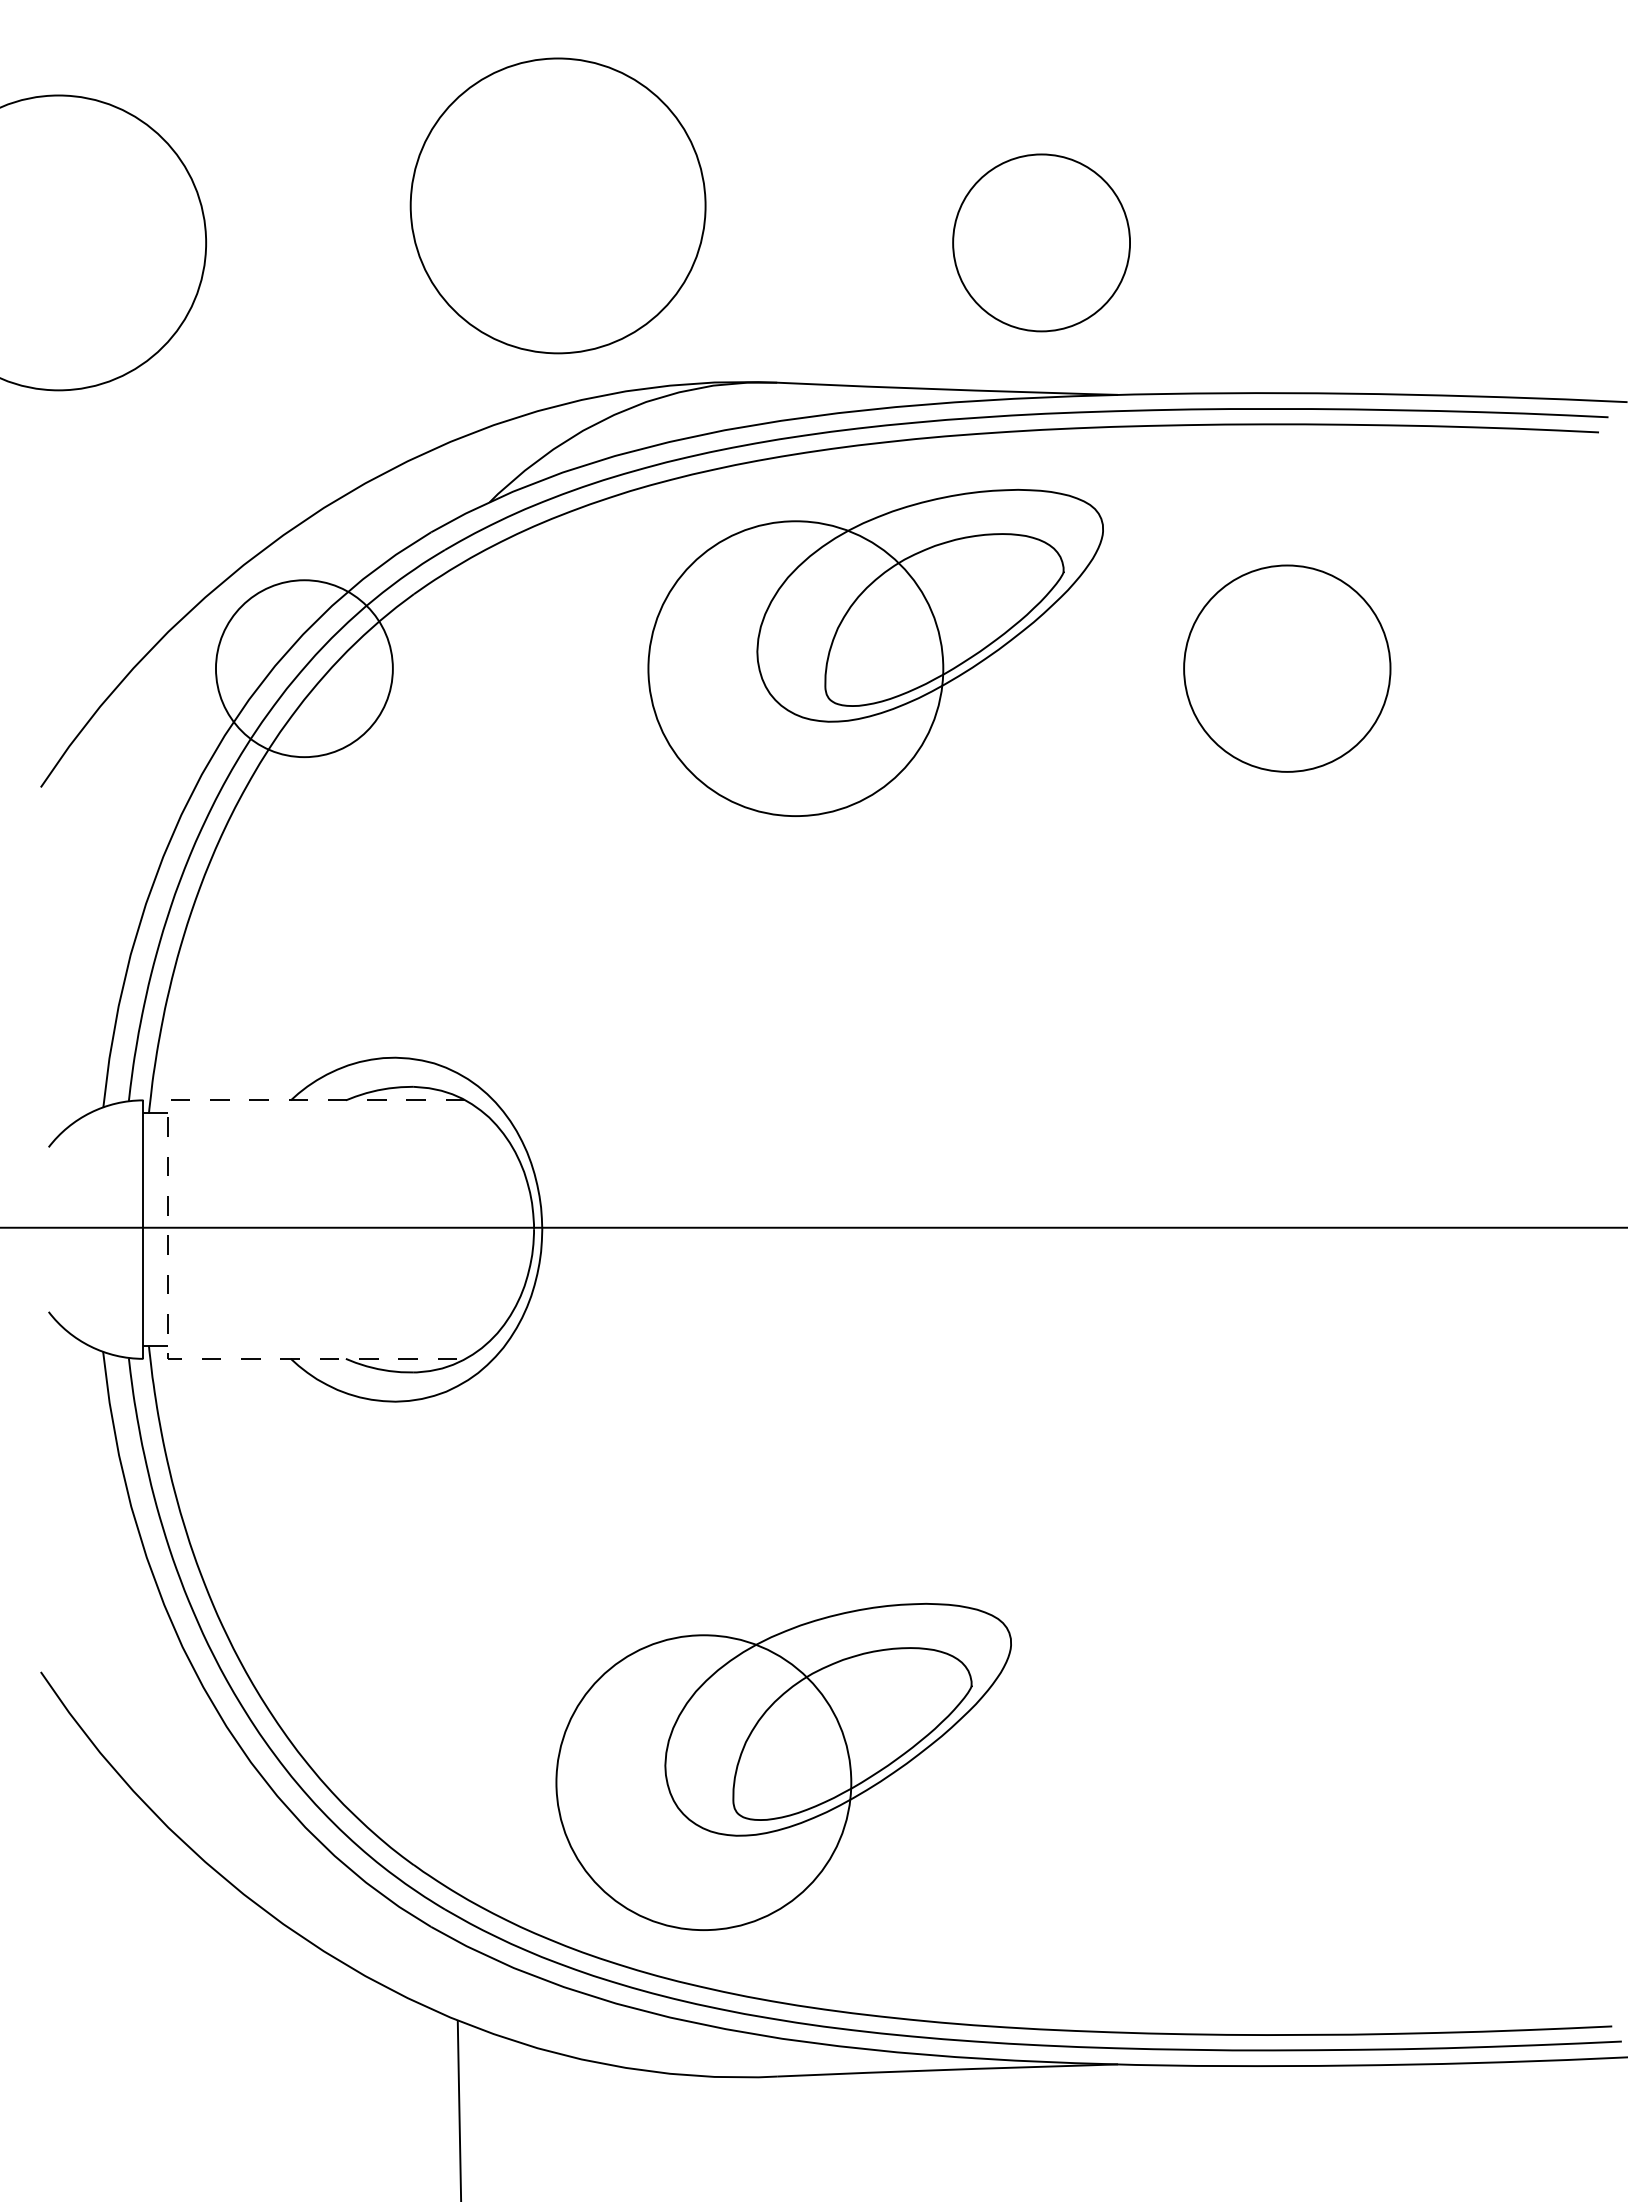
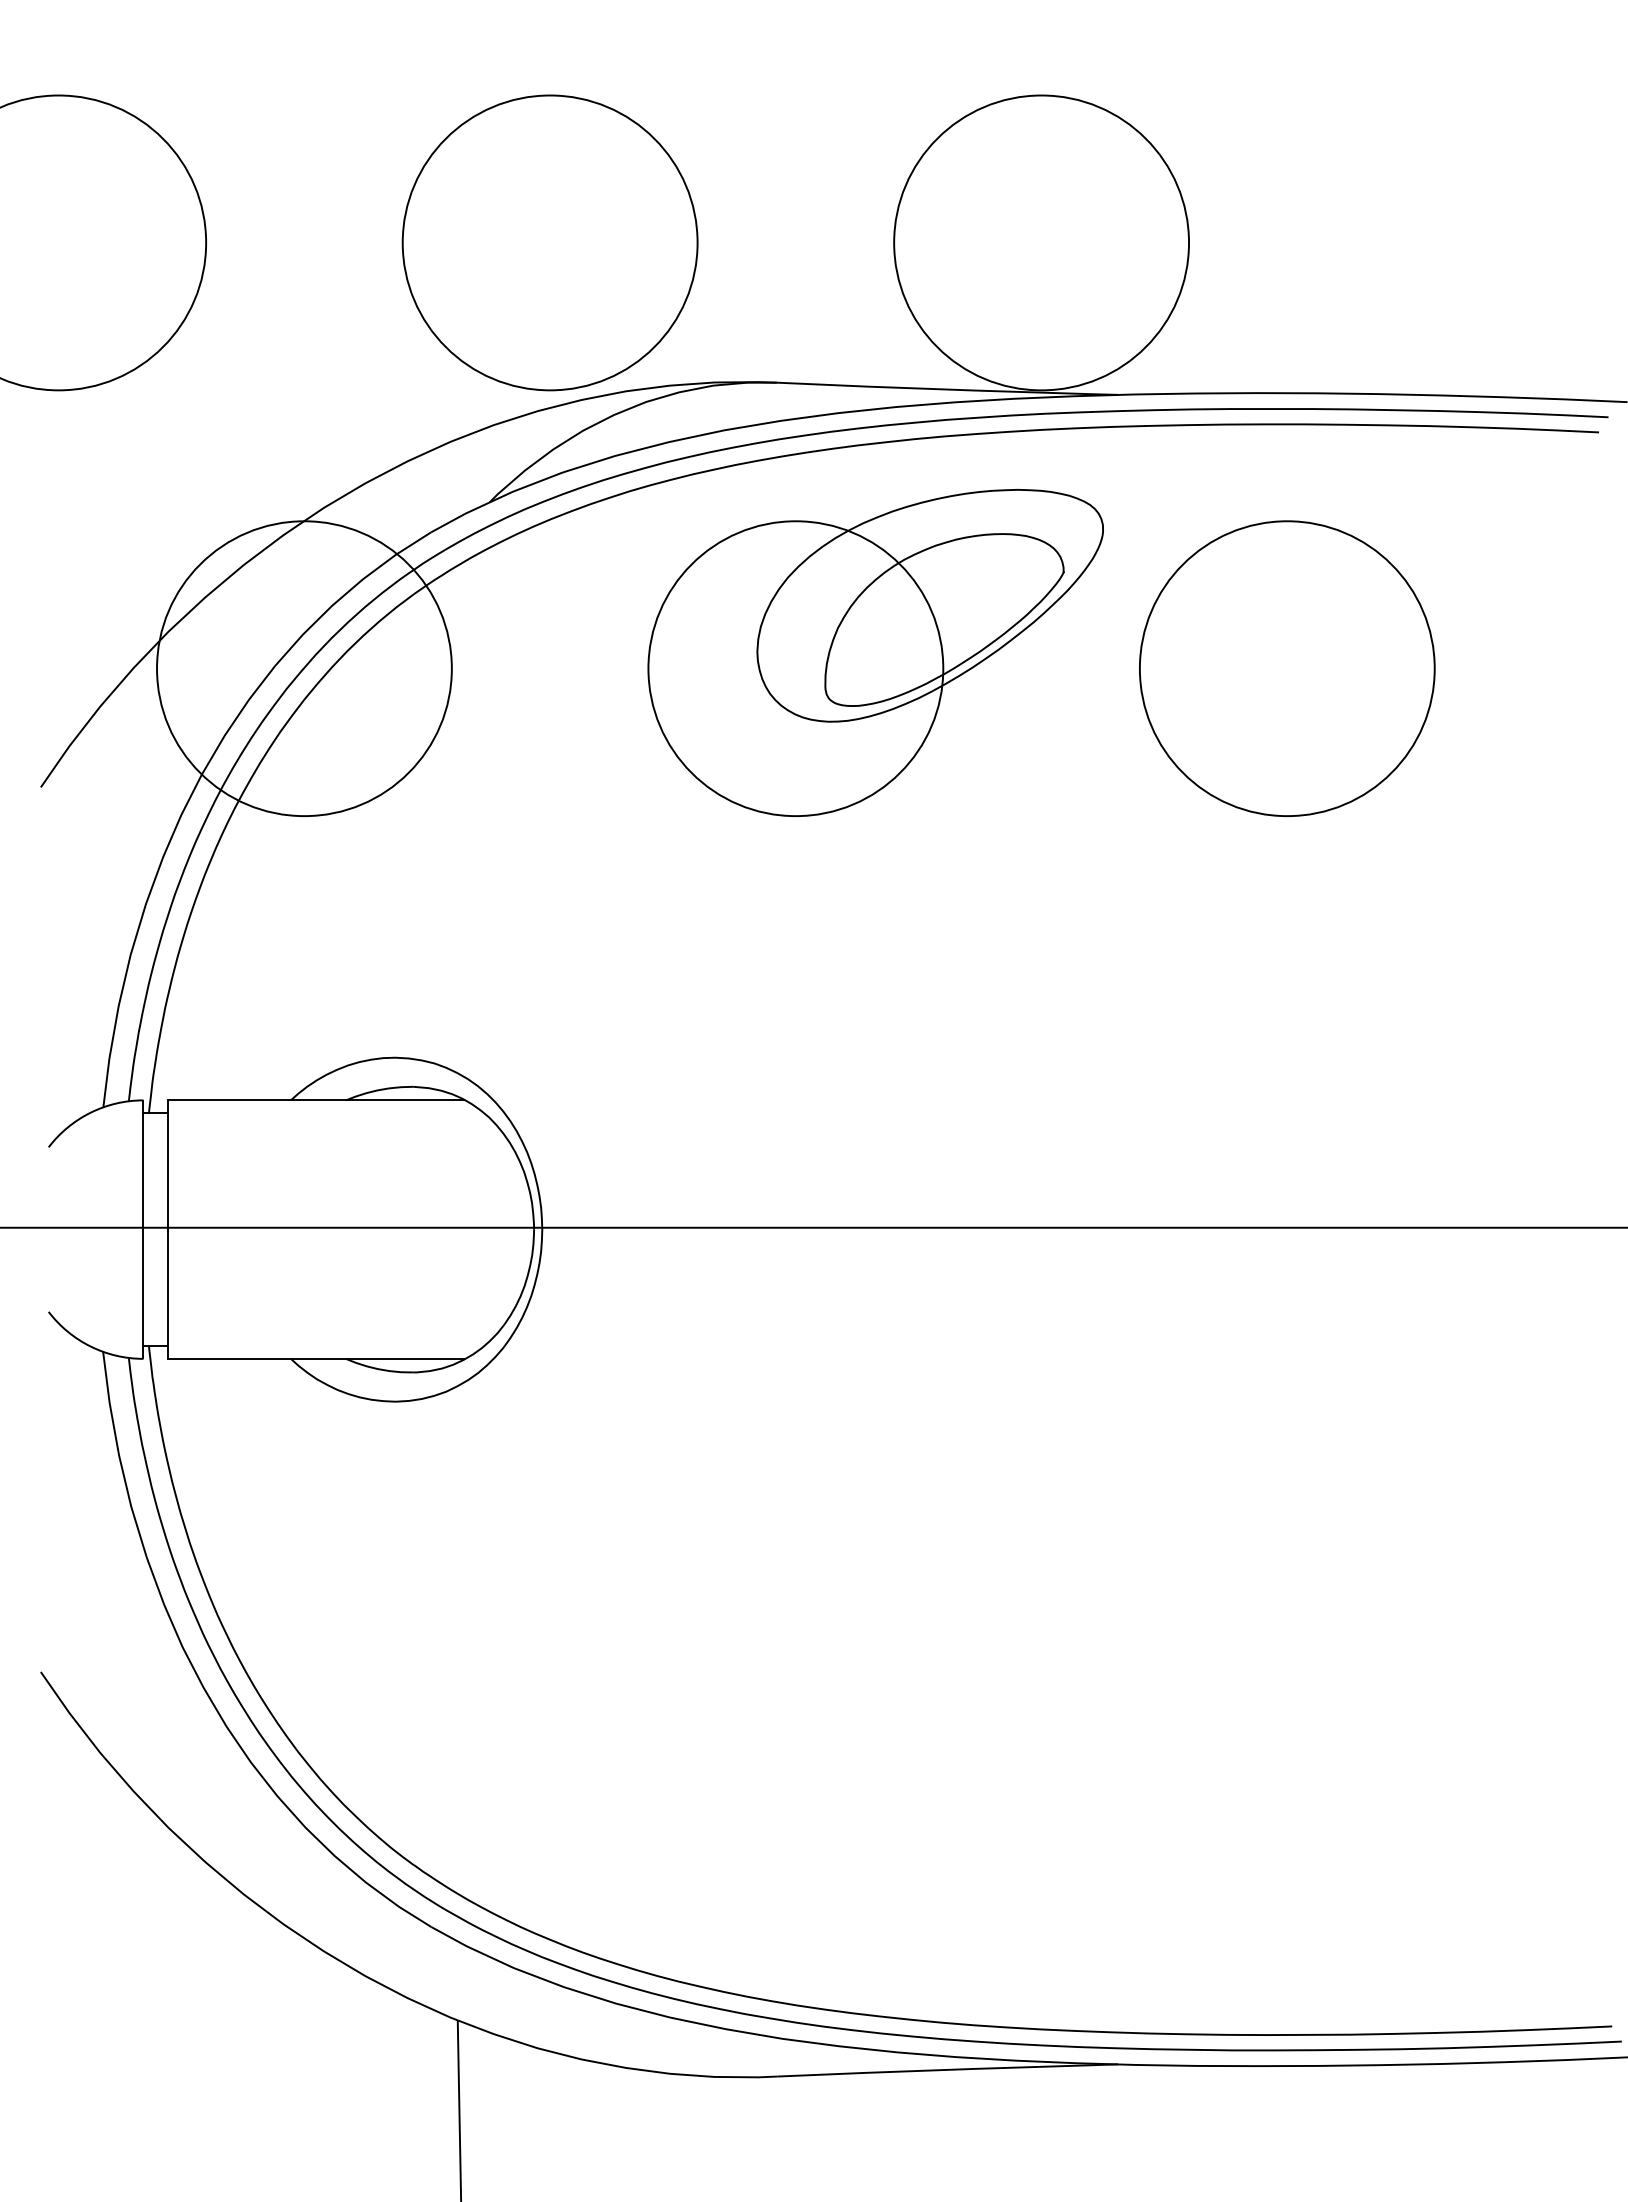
circle at (557, 205) position: (557, 205) -> (549, 242)
circle at (1041, 242) diameter: 177 px -> 295 px
circle at (303, 668) diameter: 177 px -> 295 px
circle at (1287, 668) diameter: 206 px -> 295 px
line at (168, 1230): dashed -> solid
part at (783, 1766): present -> none
